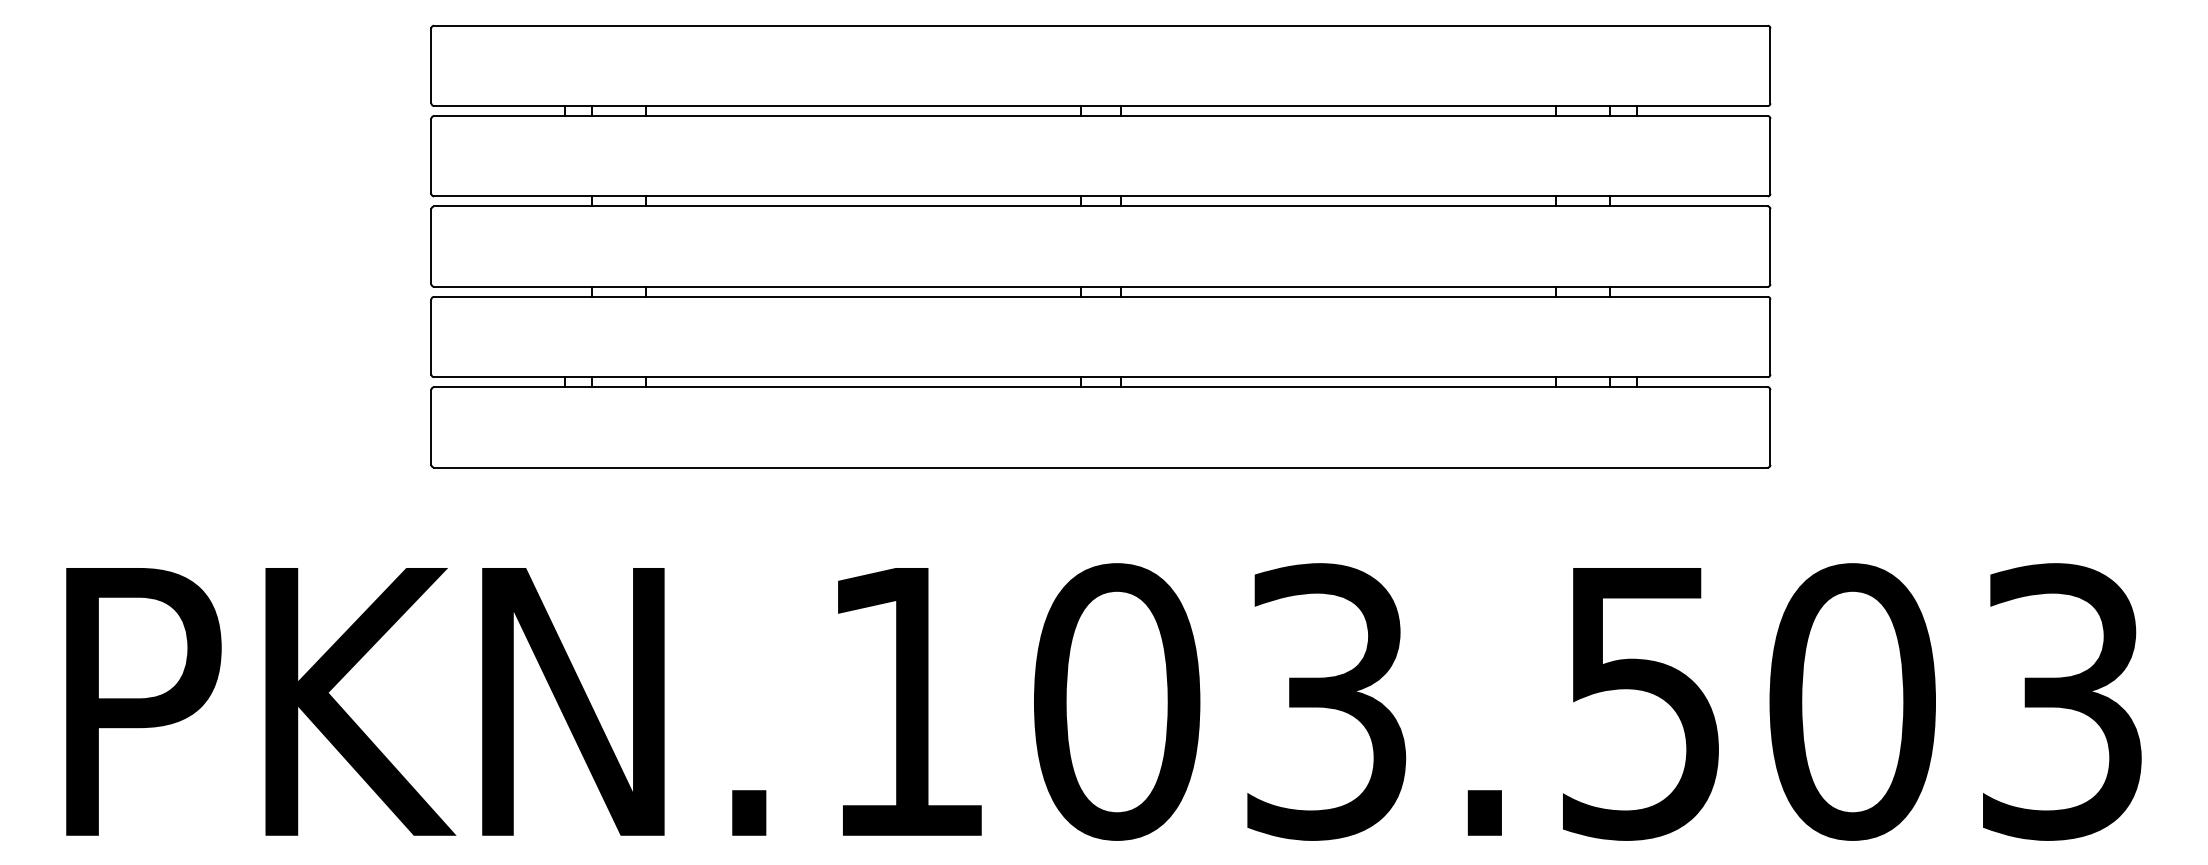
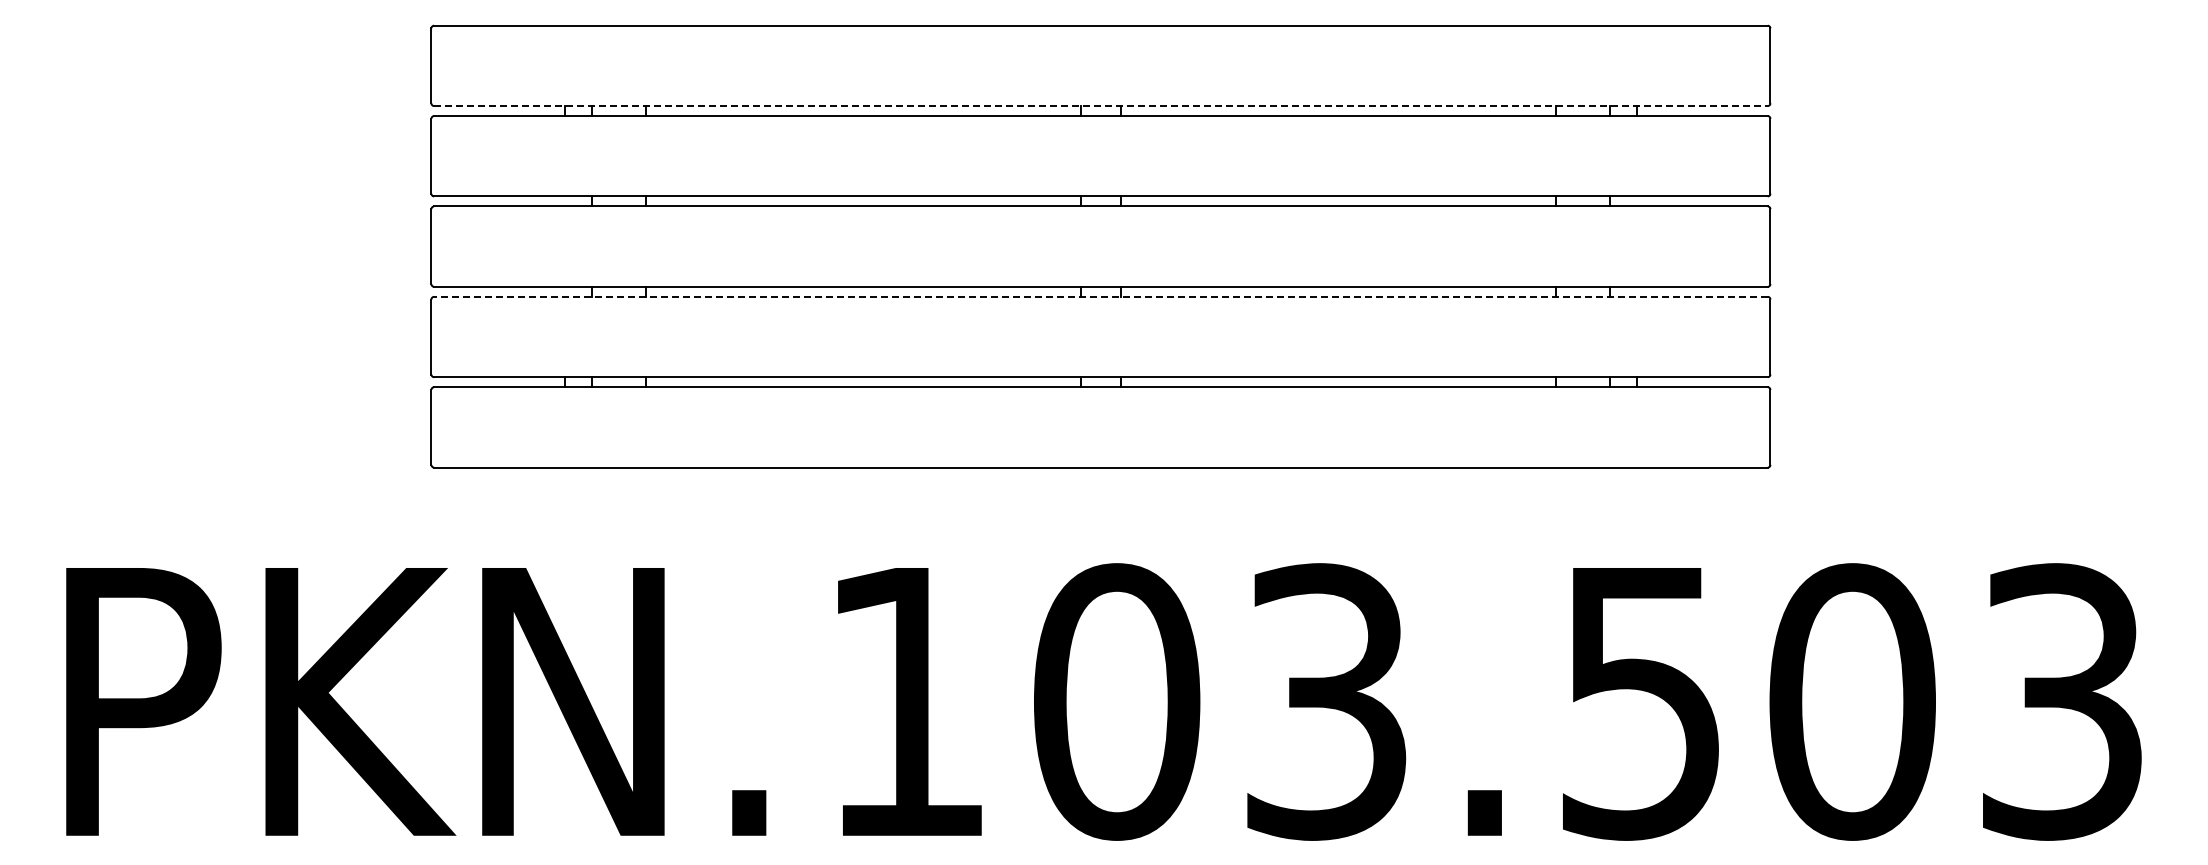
line at (1100, 106): solid -> dashed
line at (1100, 296): solid -> dashed
